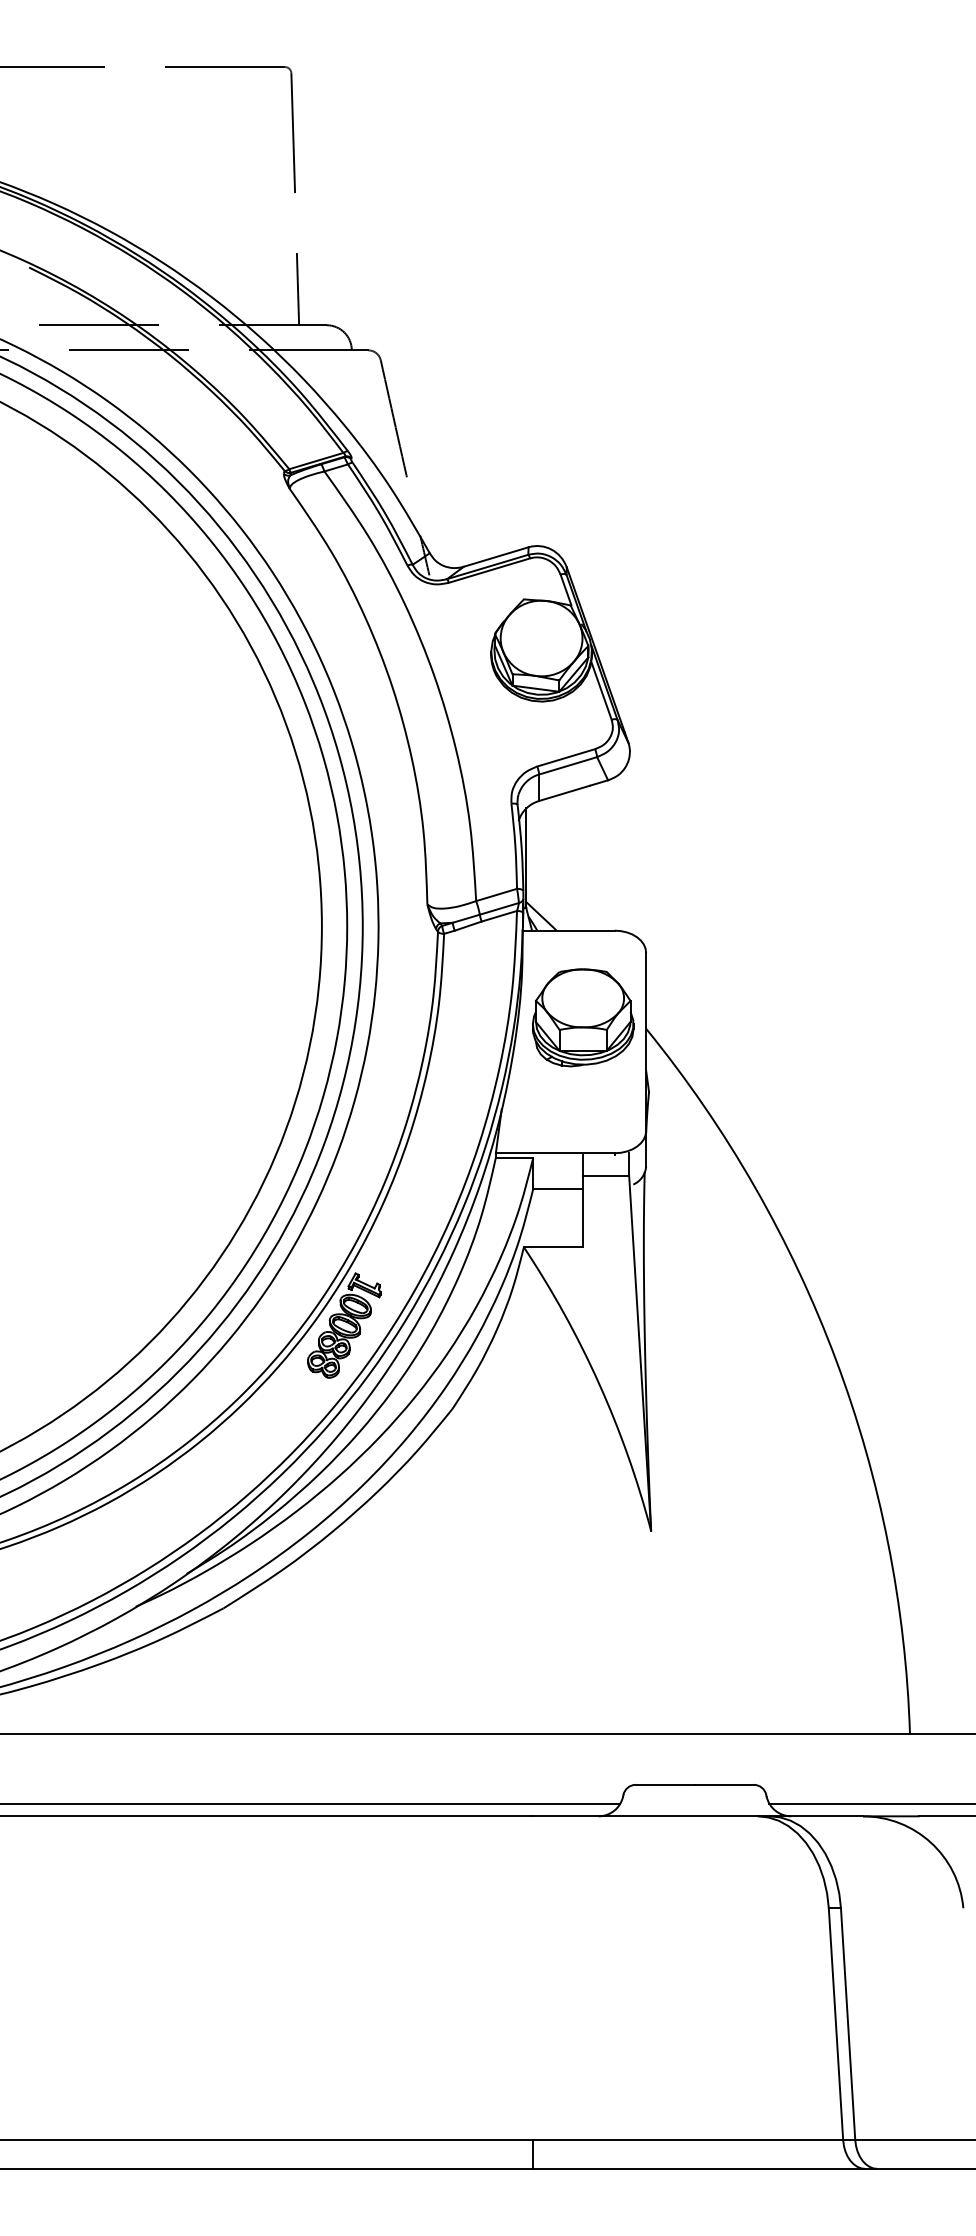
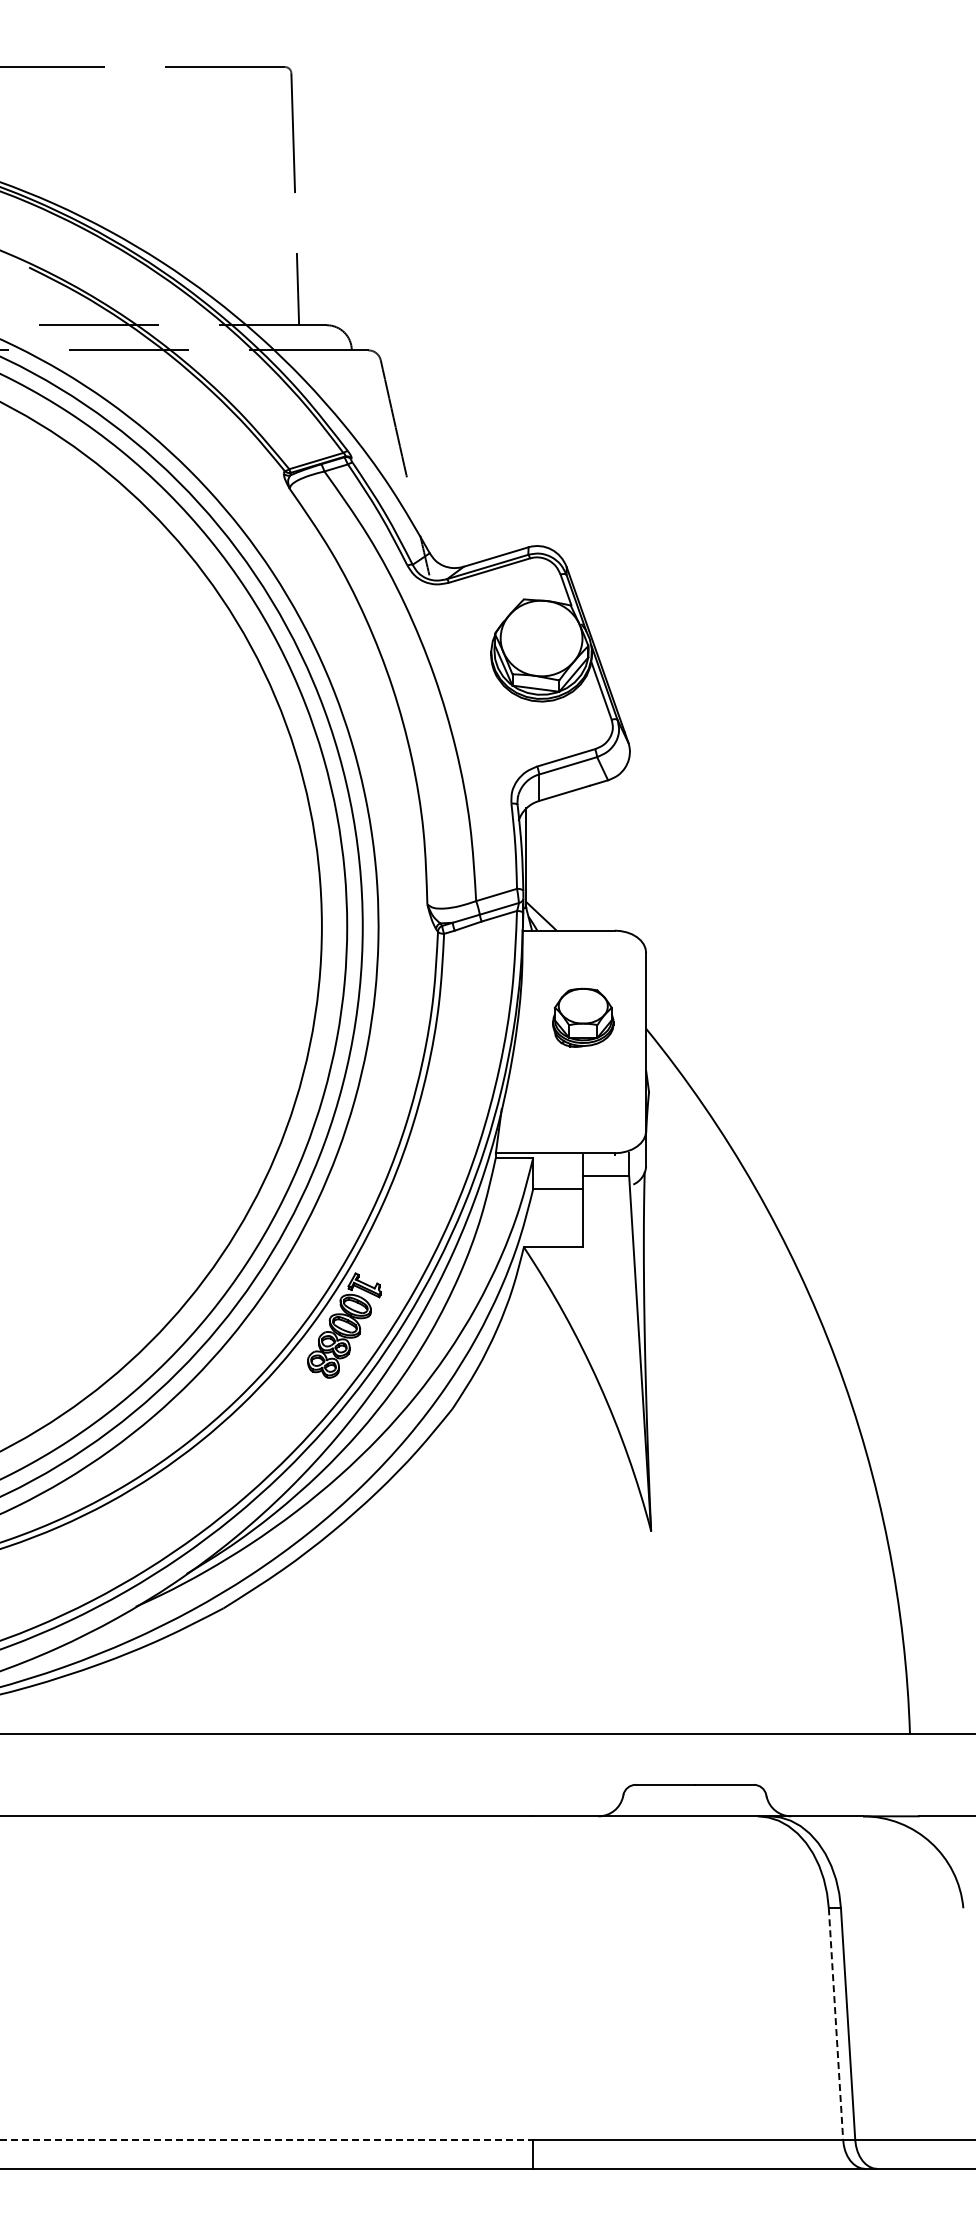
part at (583, 1017) size: 103x100 px -> 63x61 px
line at (311, 1803): present -> none
line at (870, 1803): present -> none
line at (836, 2024): solid -> dashed
line at (267, 2140): solid -> dashed
